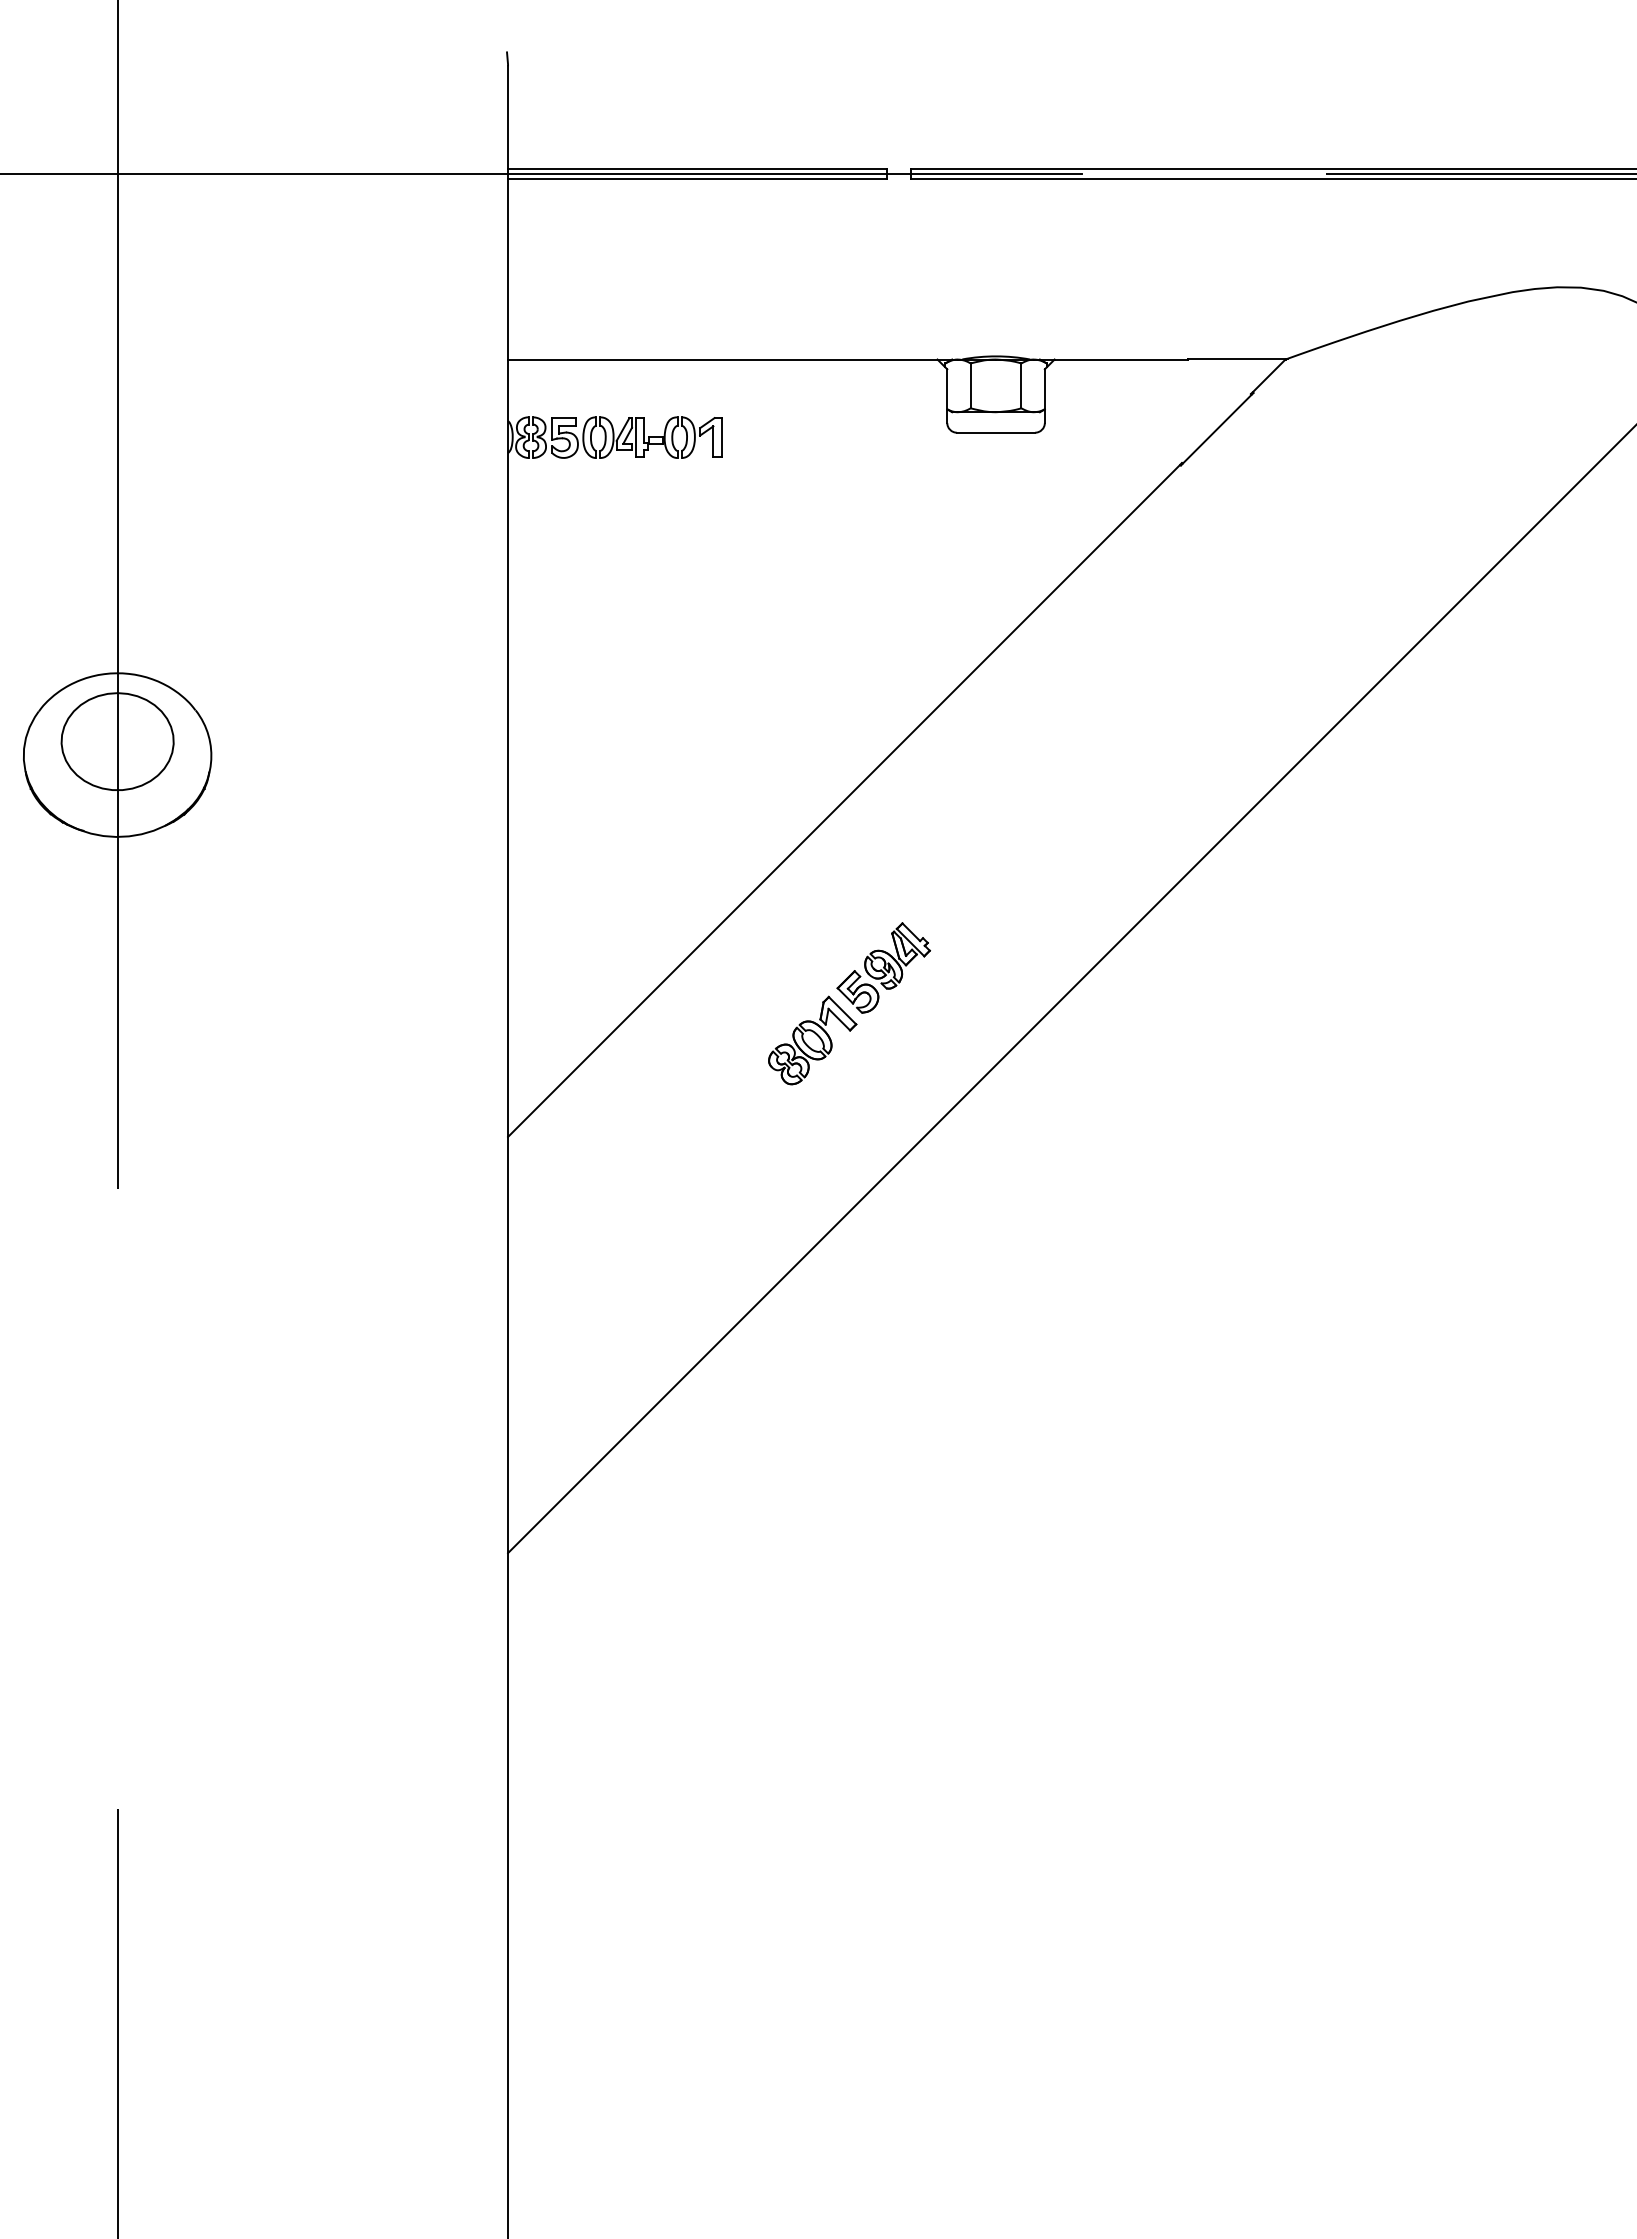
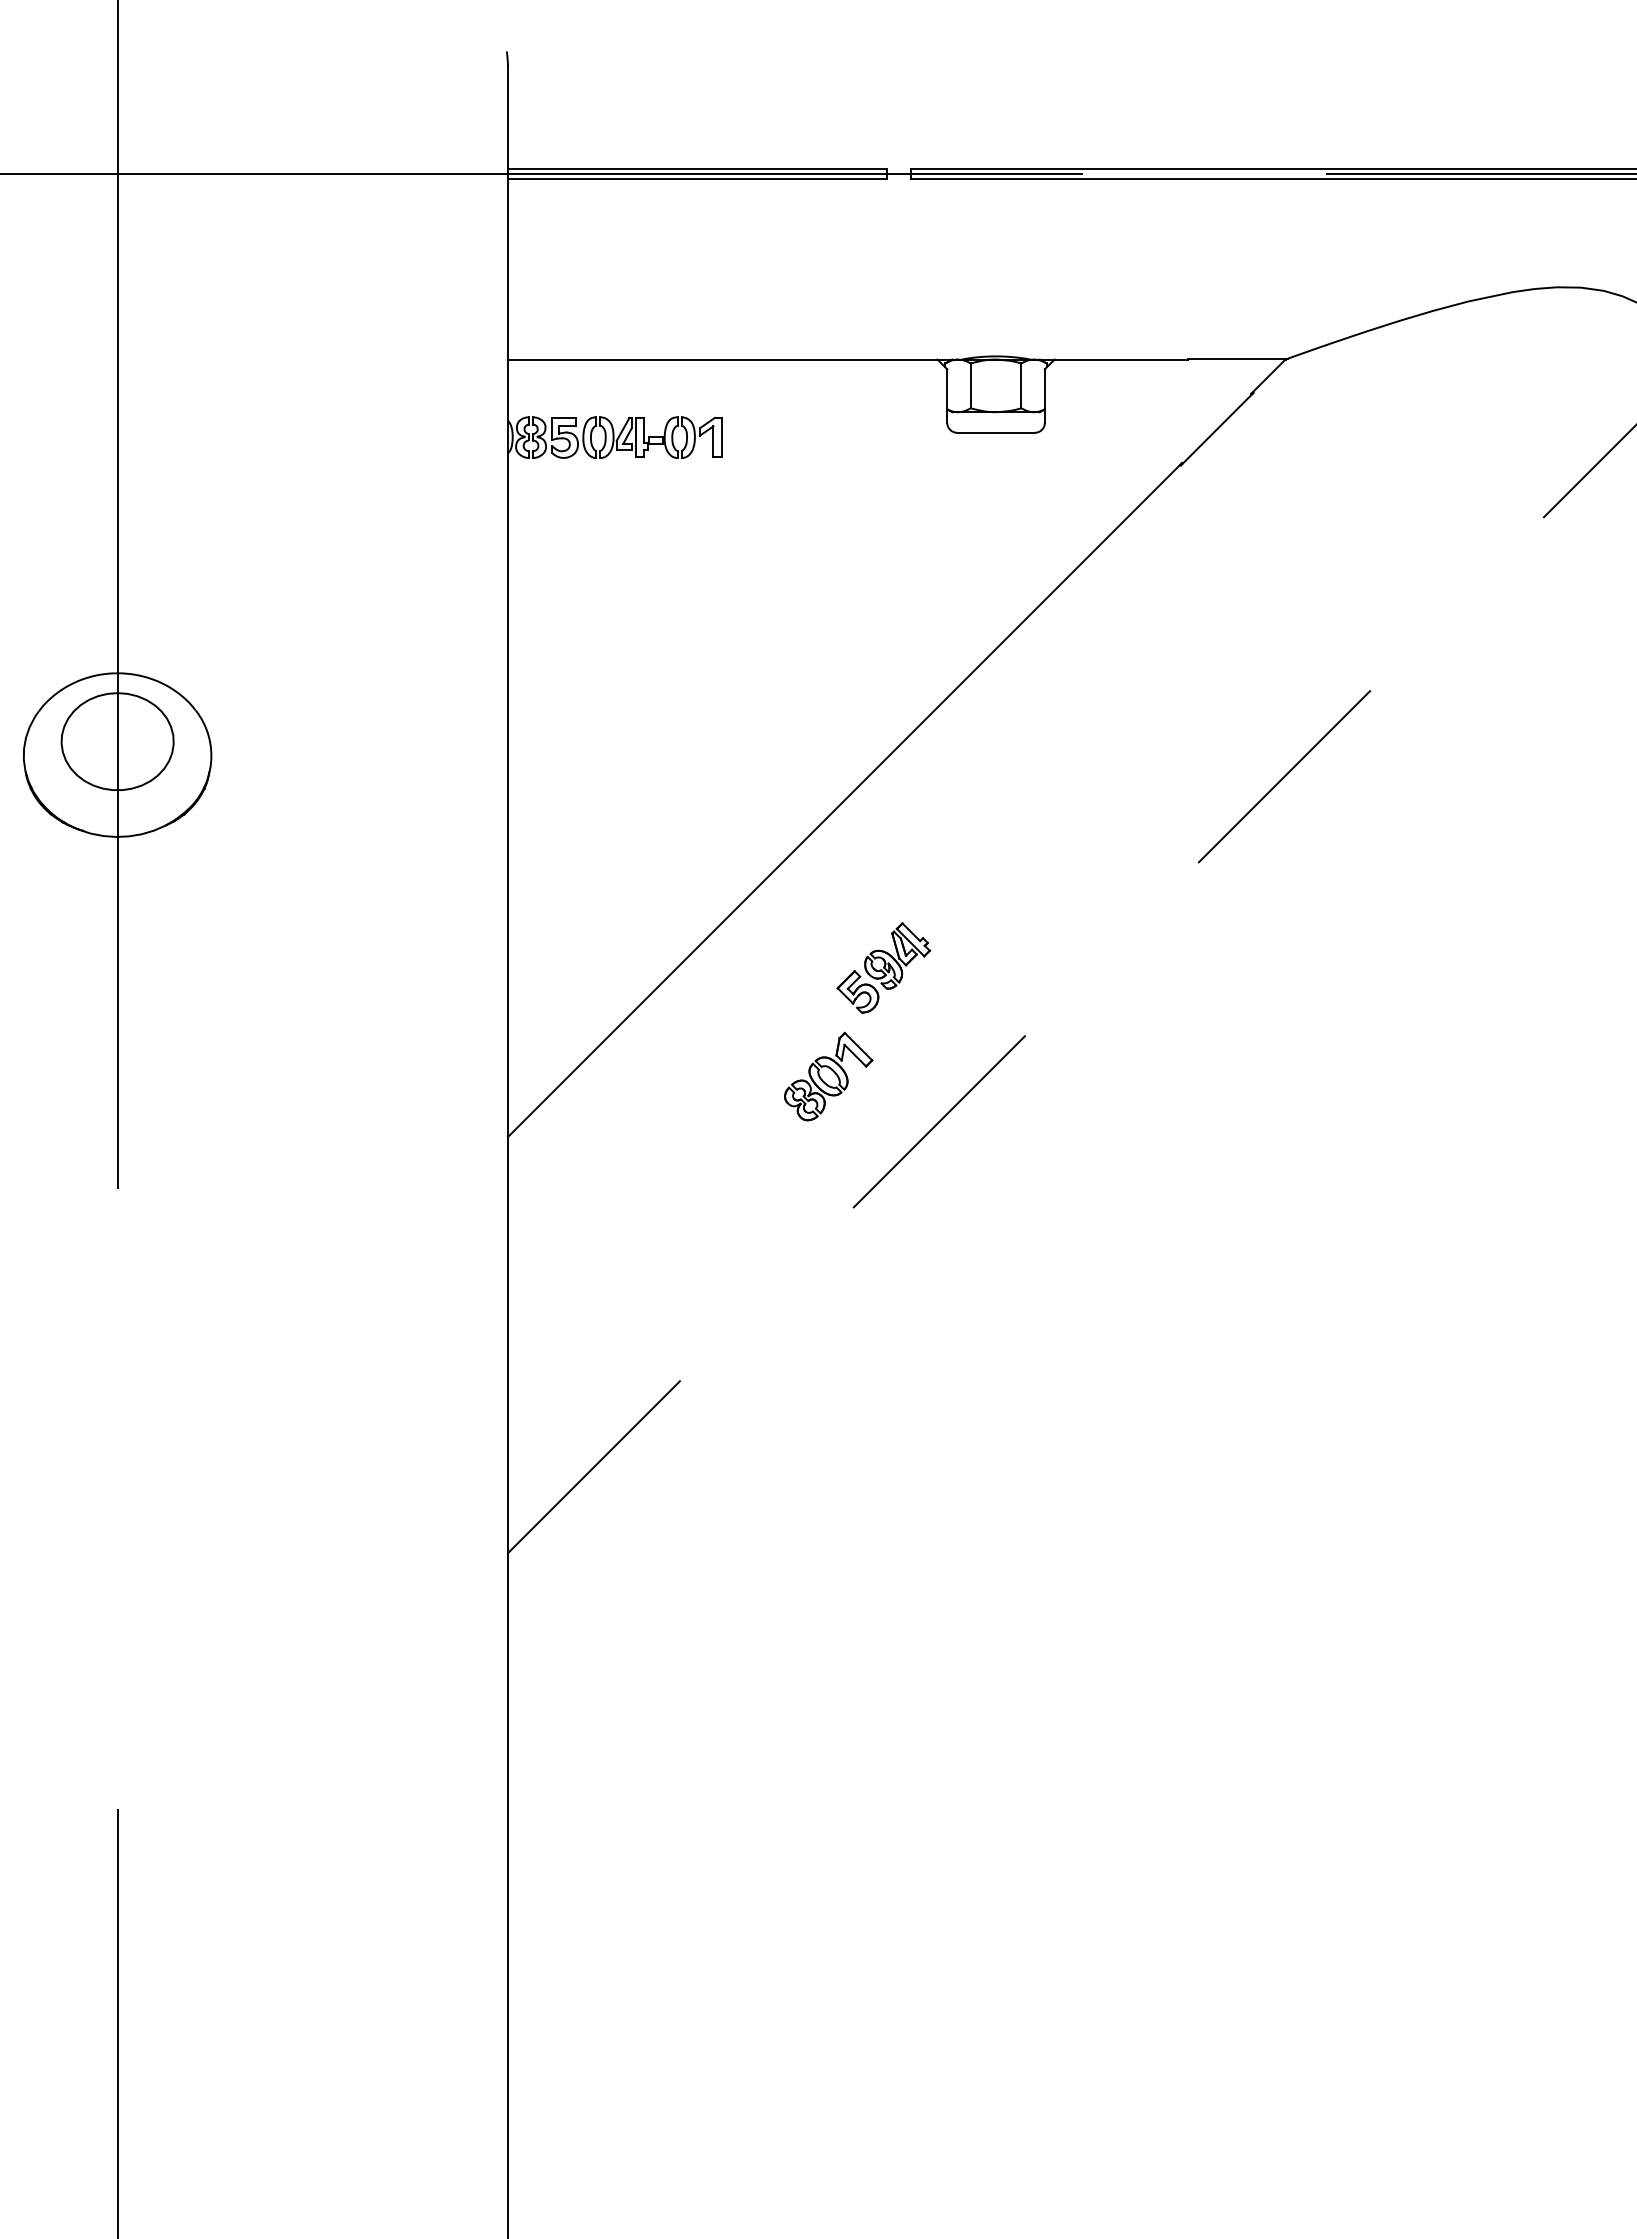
line at (1072, 988): solid -> dashed
part at (816, 1035) position: (816, 1035) -> (832, 1071)
